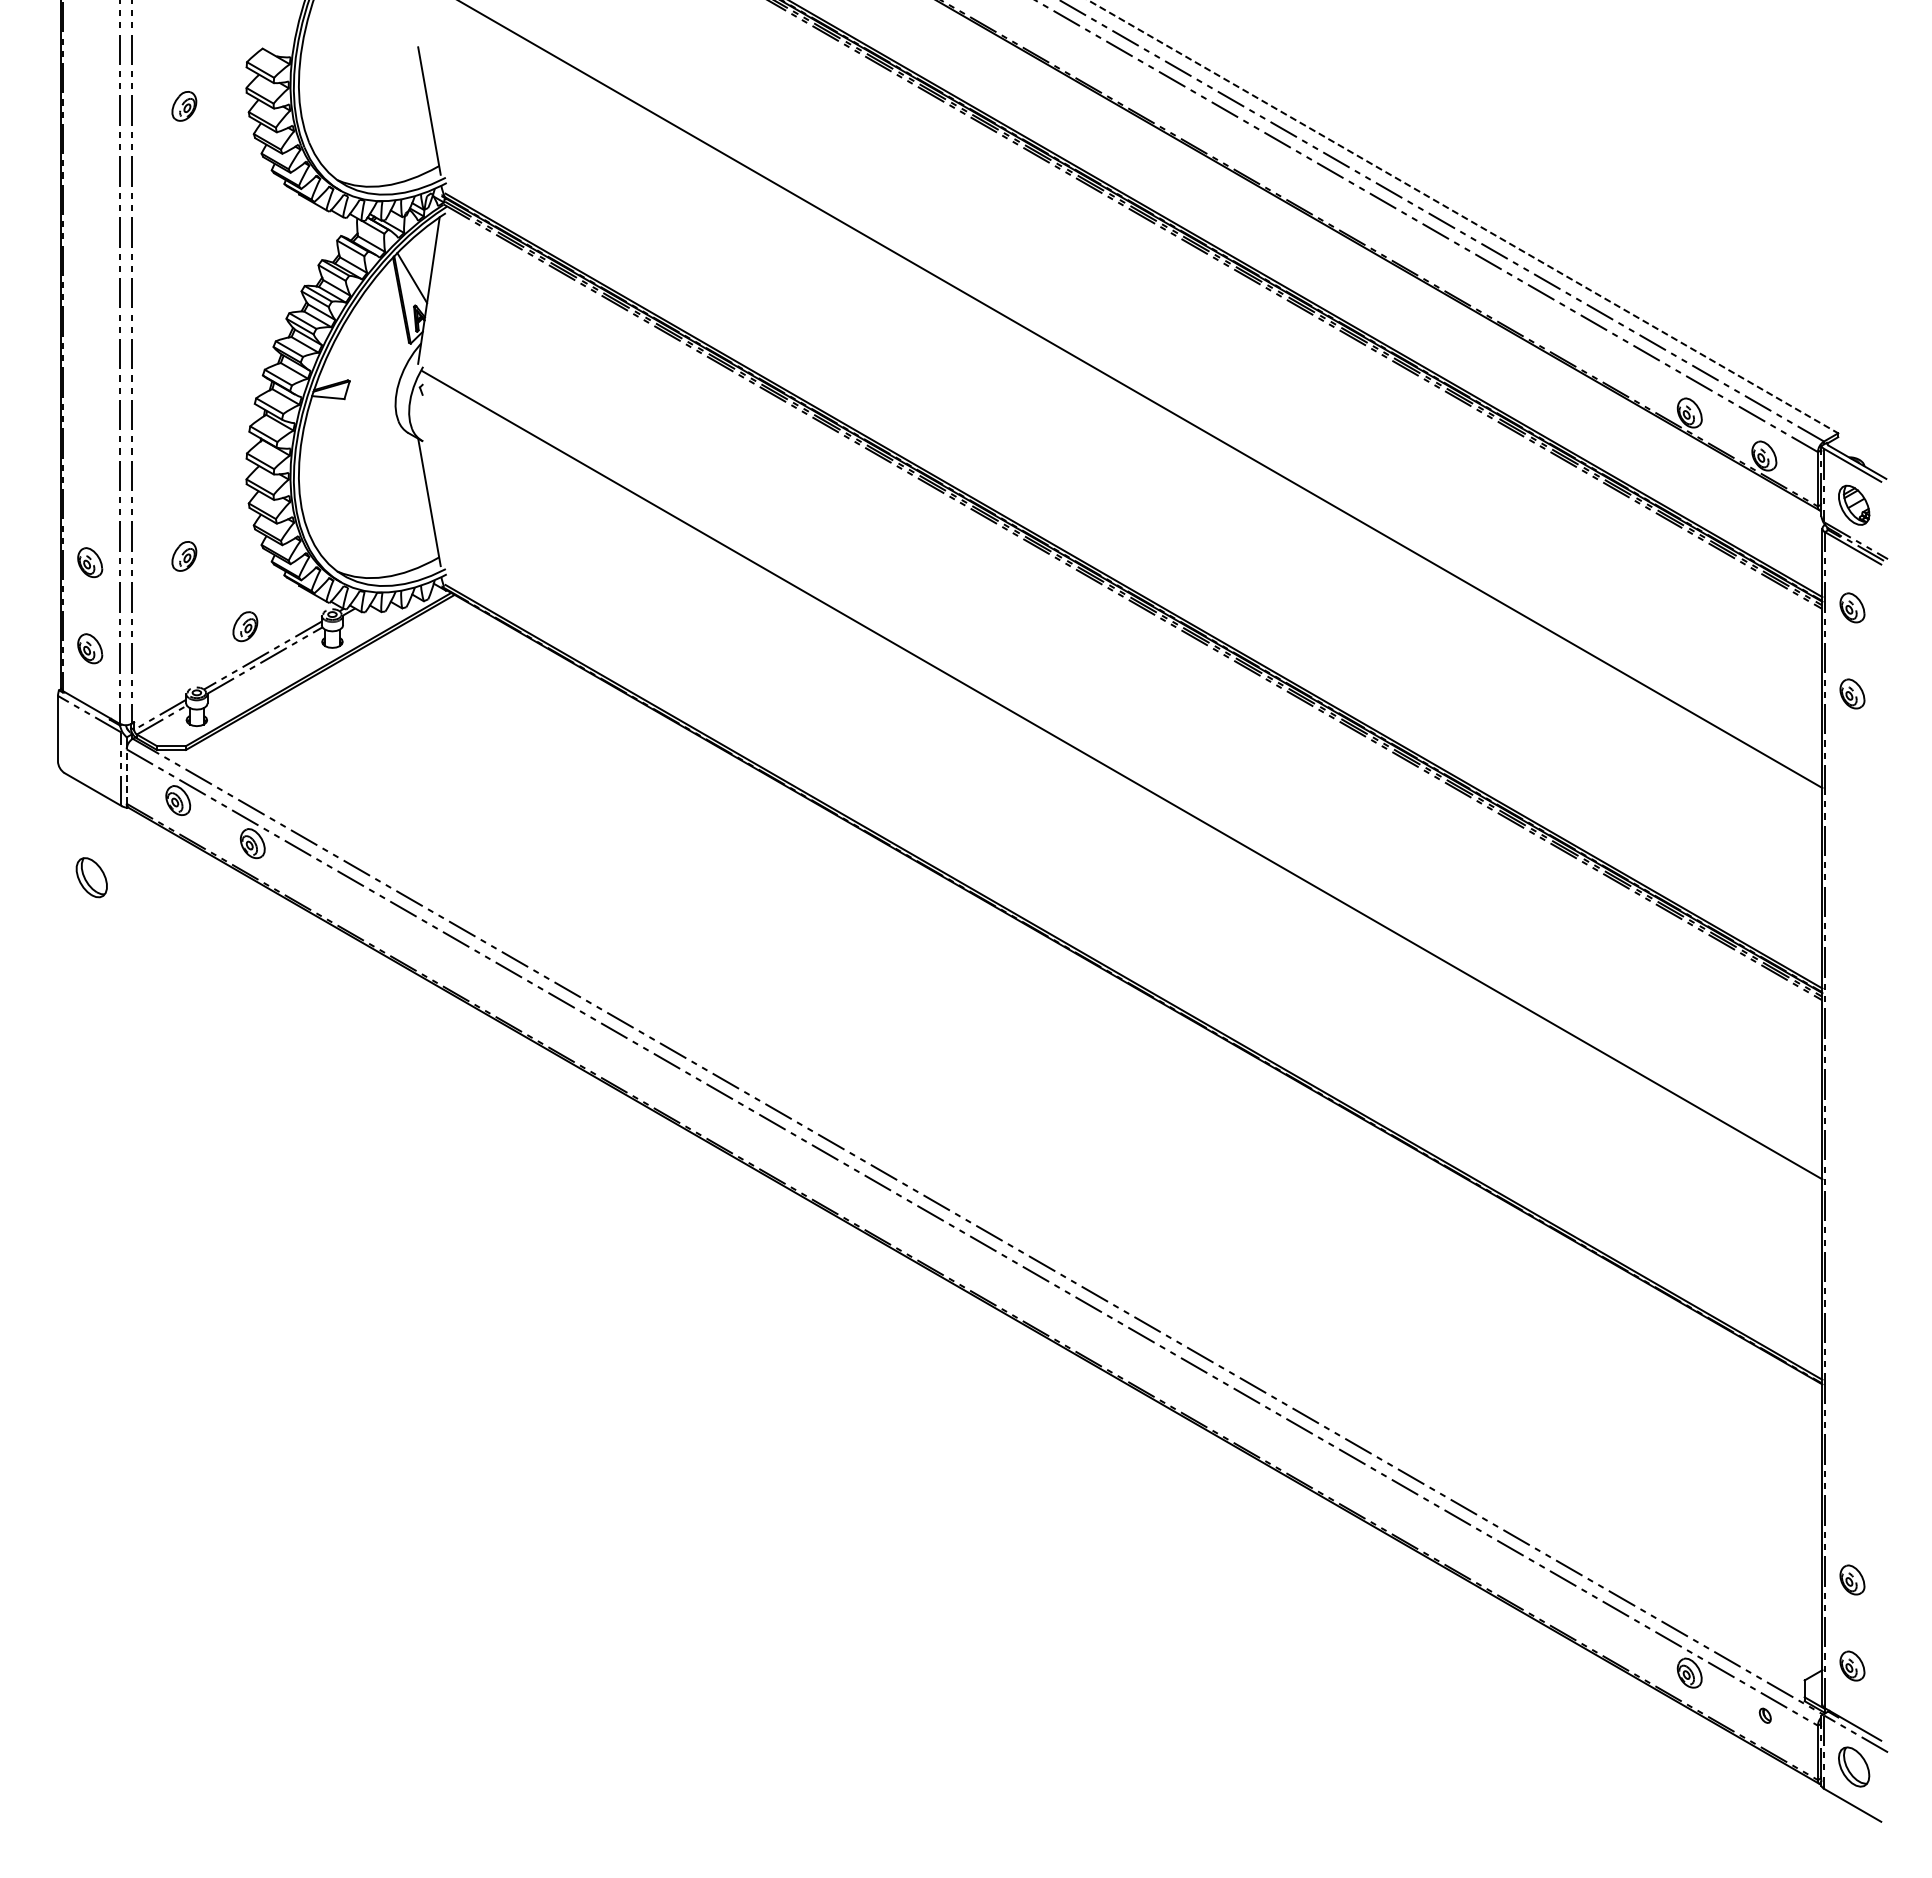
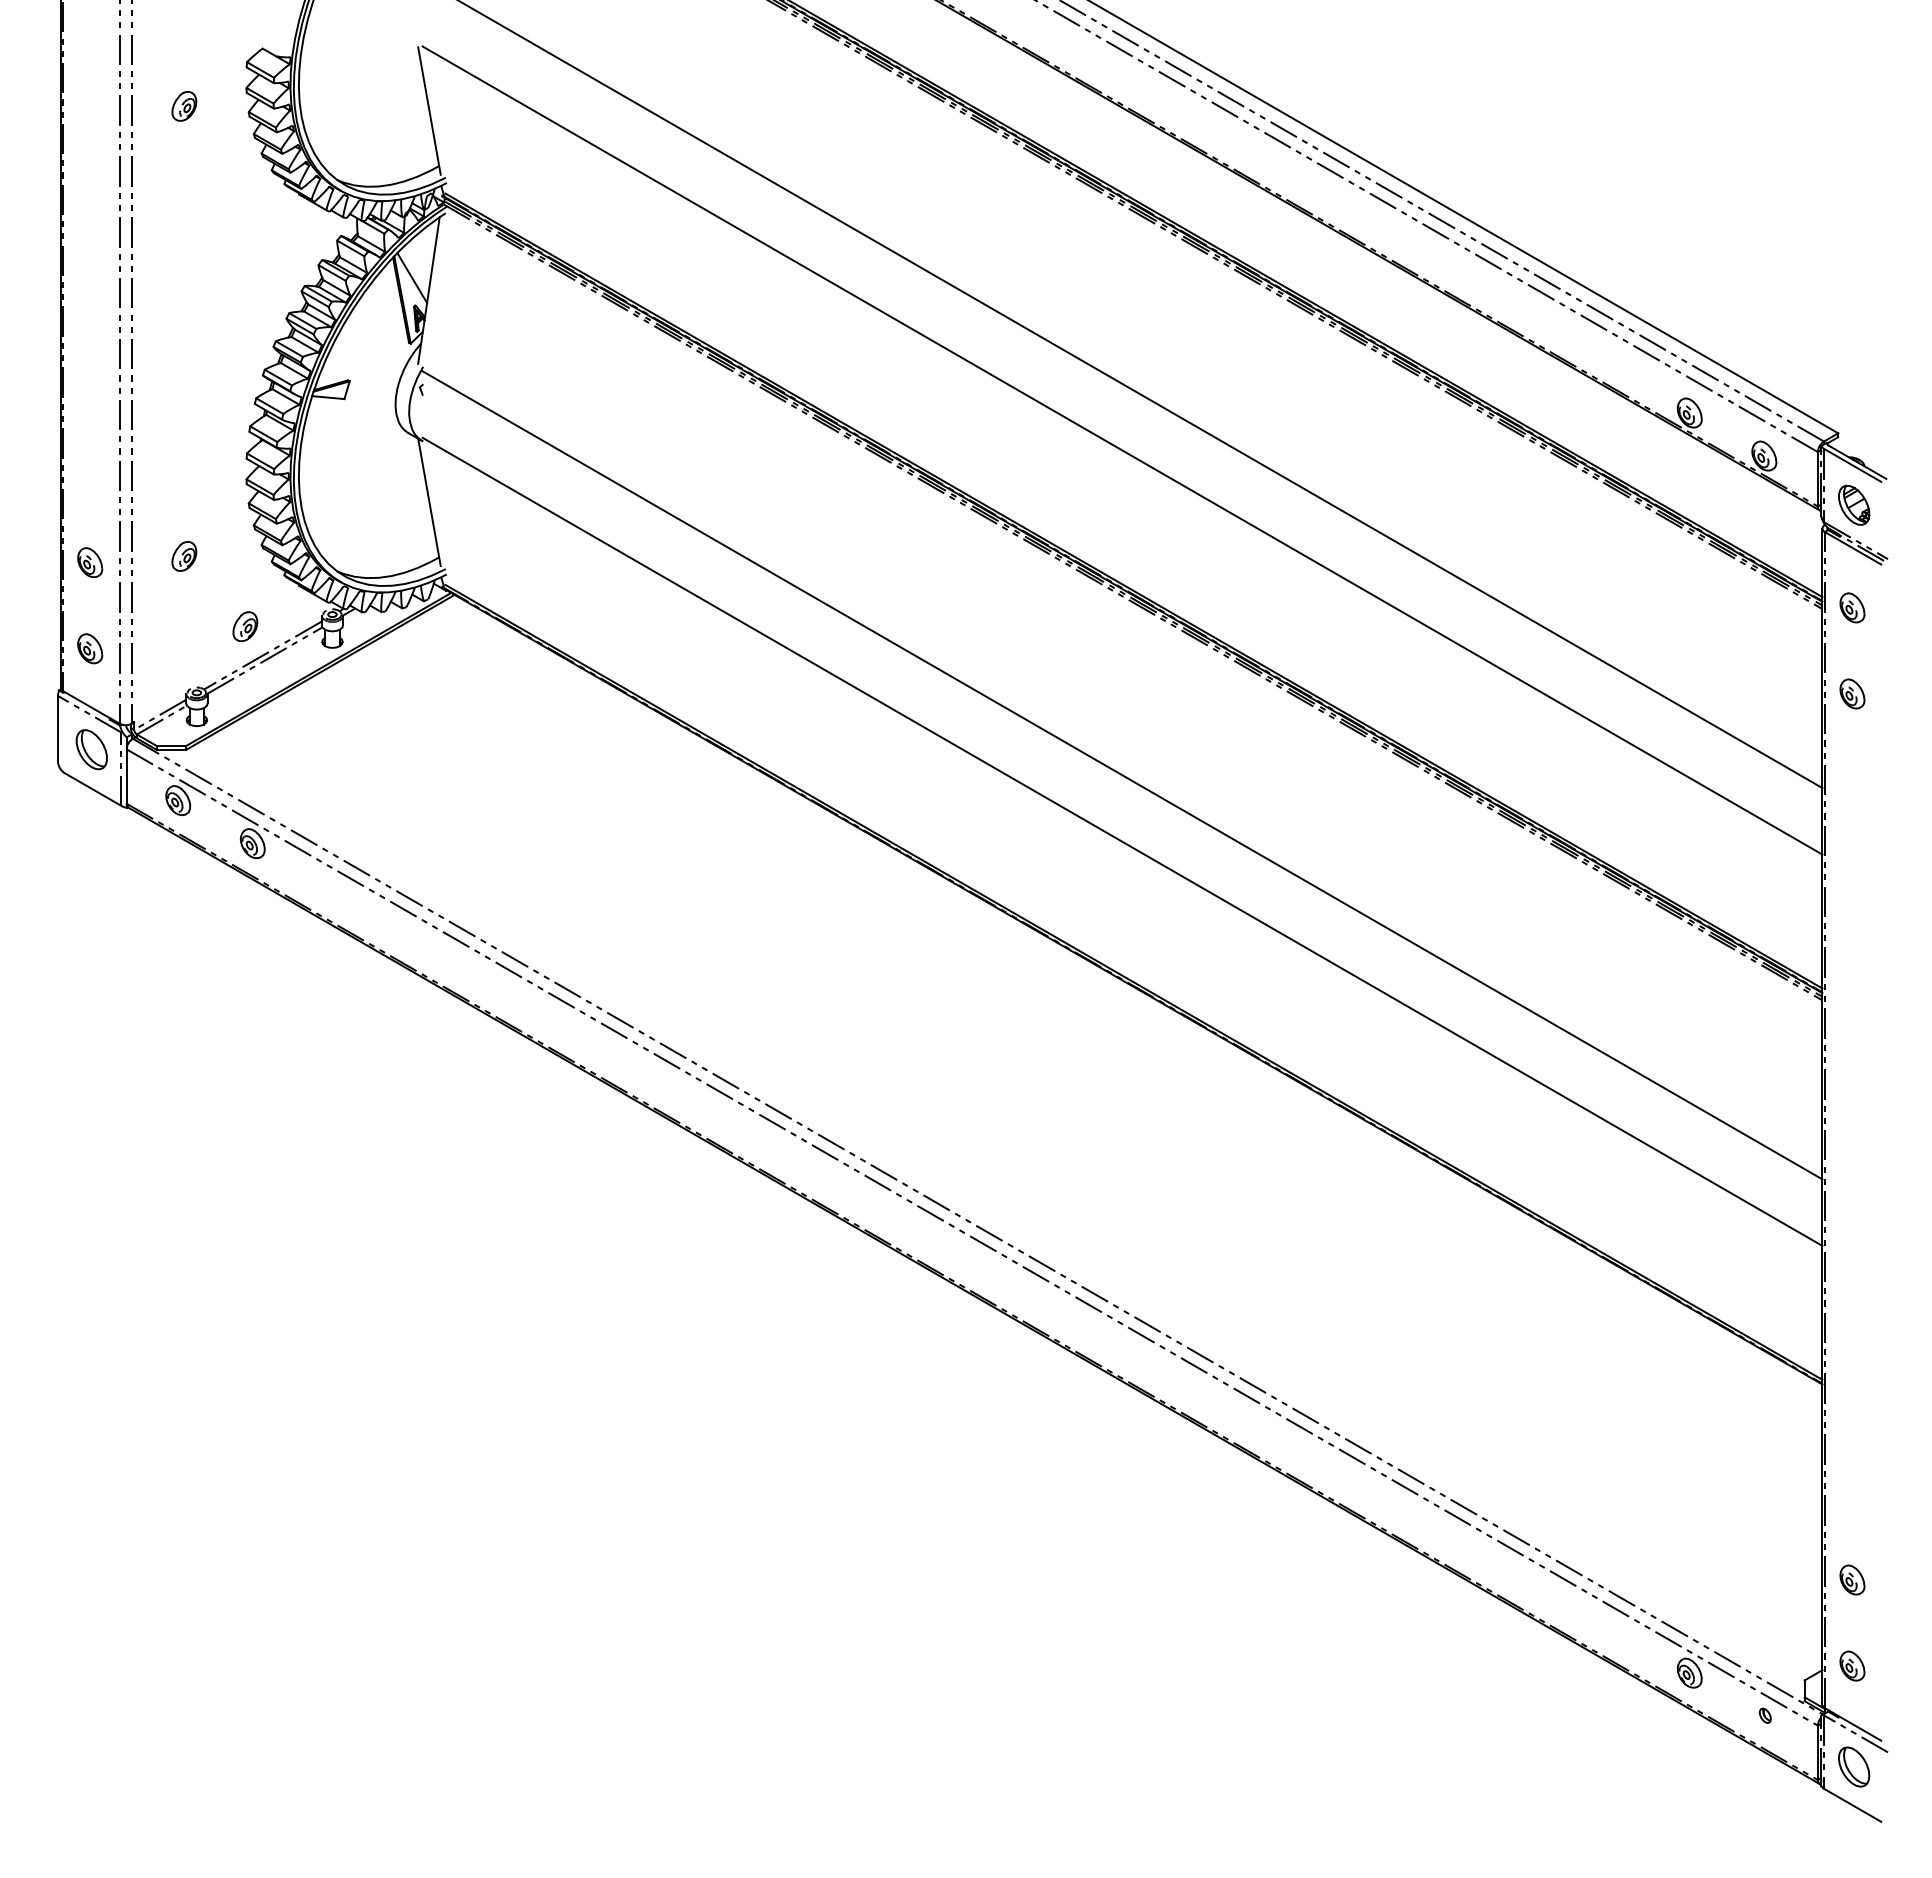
line at (1463, 216): dashed -> solid
line at (1122, 450): none -> present
line at (126, 776): dashed -> solid
line at (1122, 841): none -> present
part at (91, 877) position: (91, 877) -> (91, 749)
